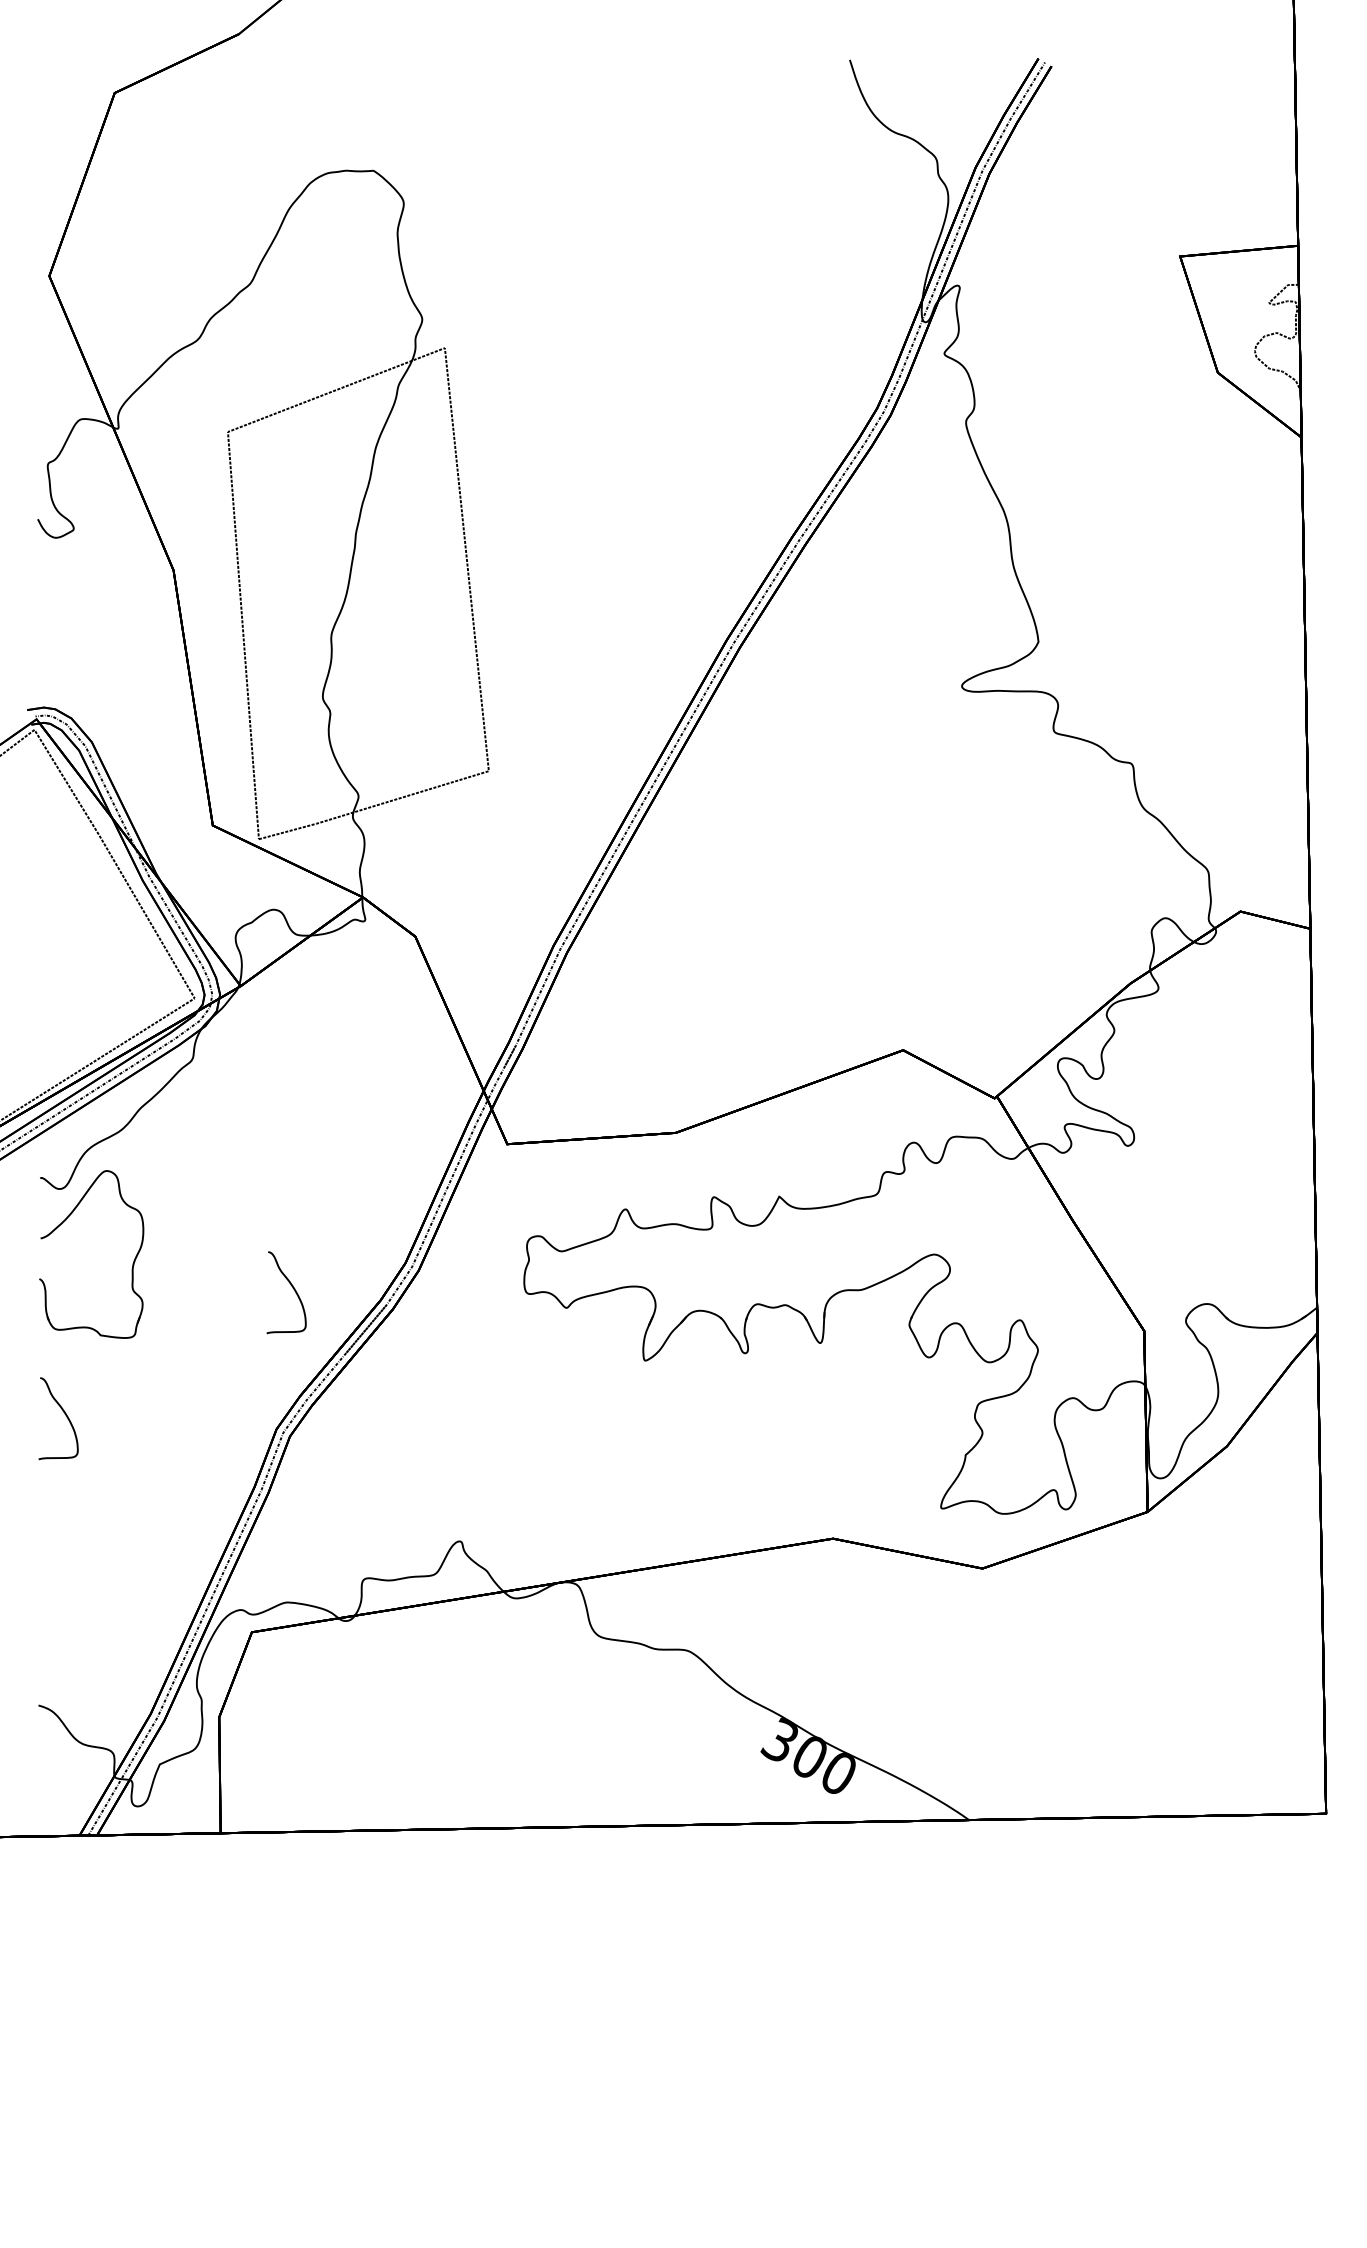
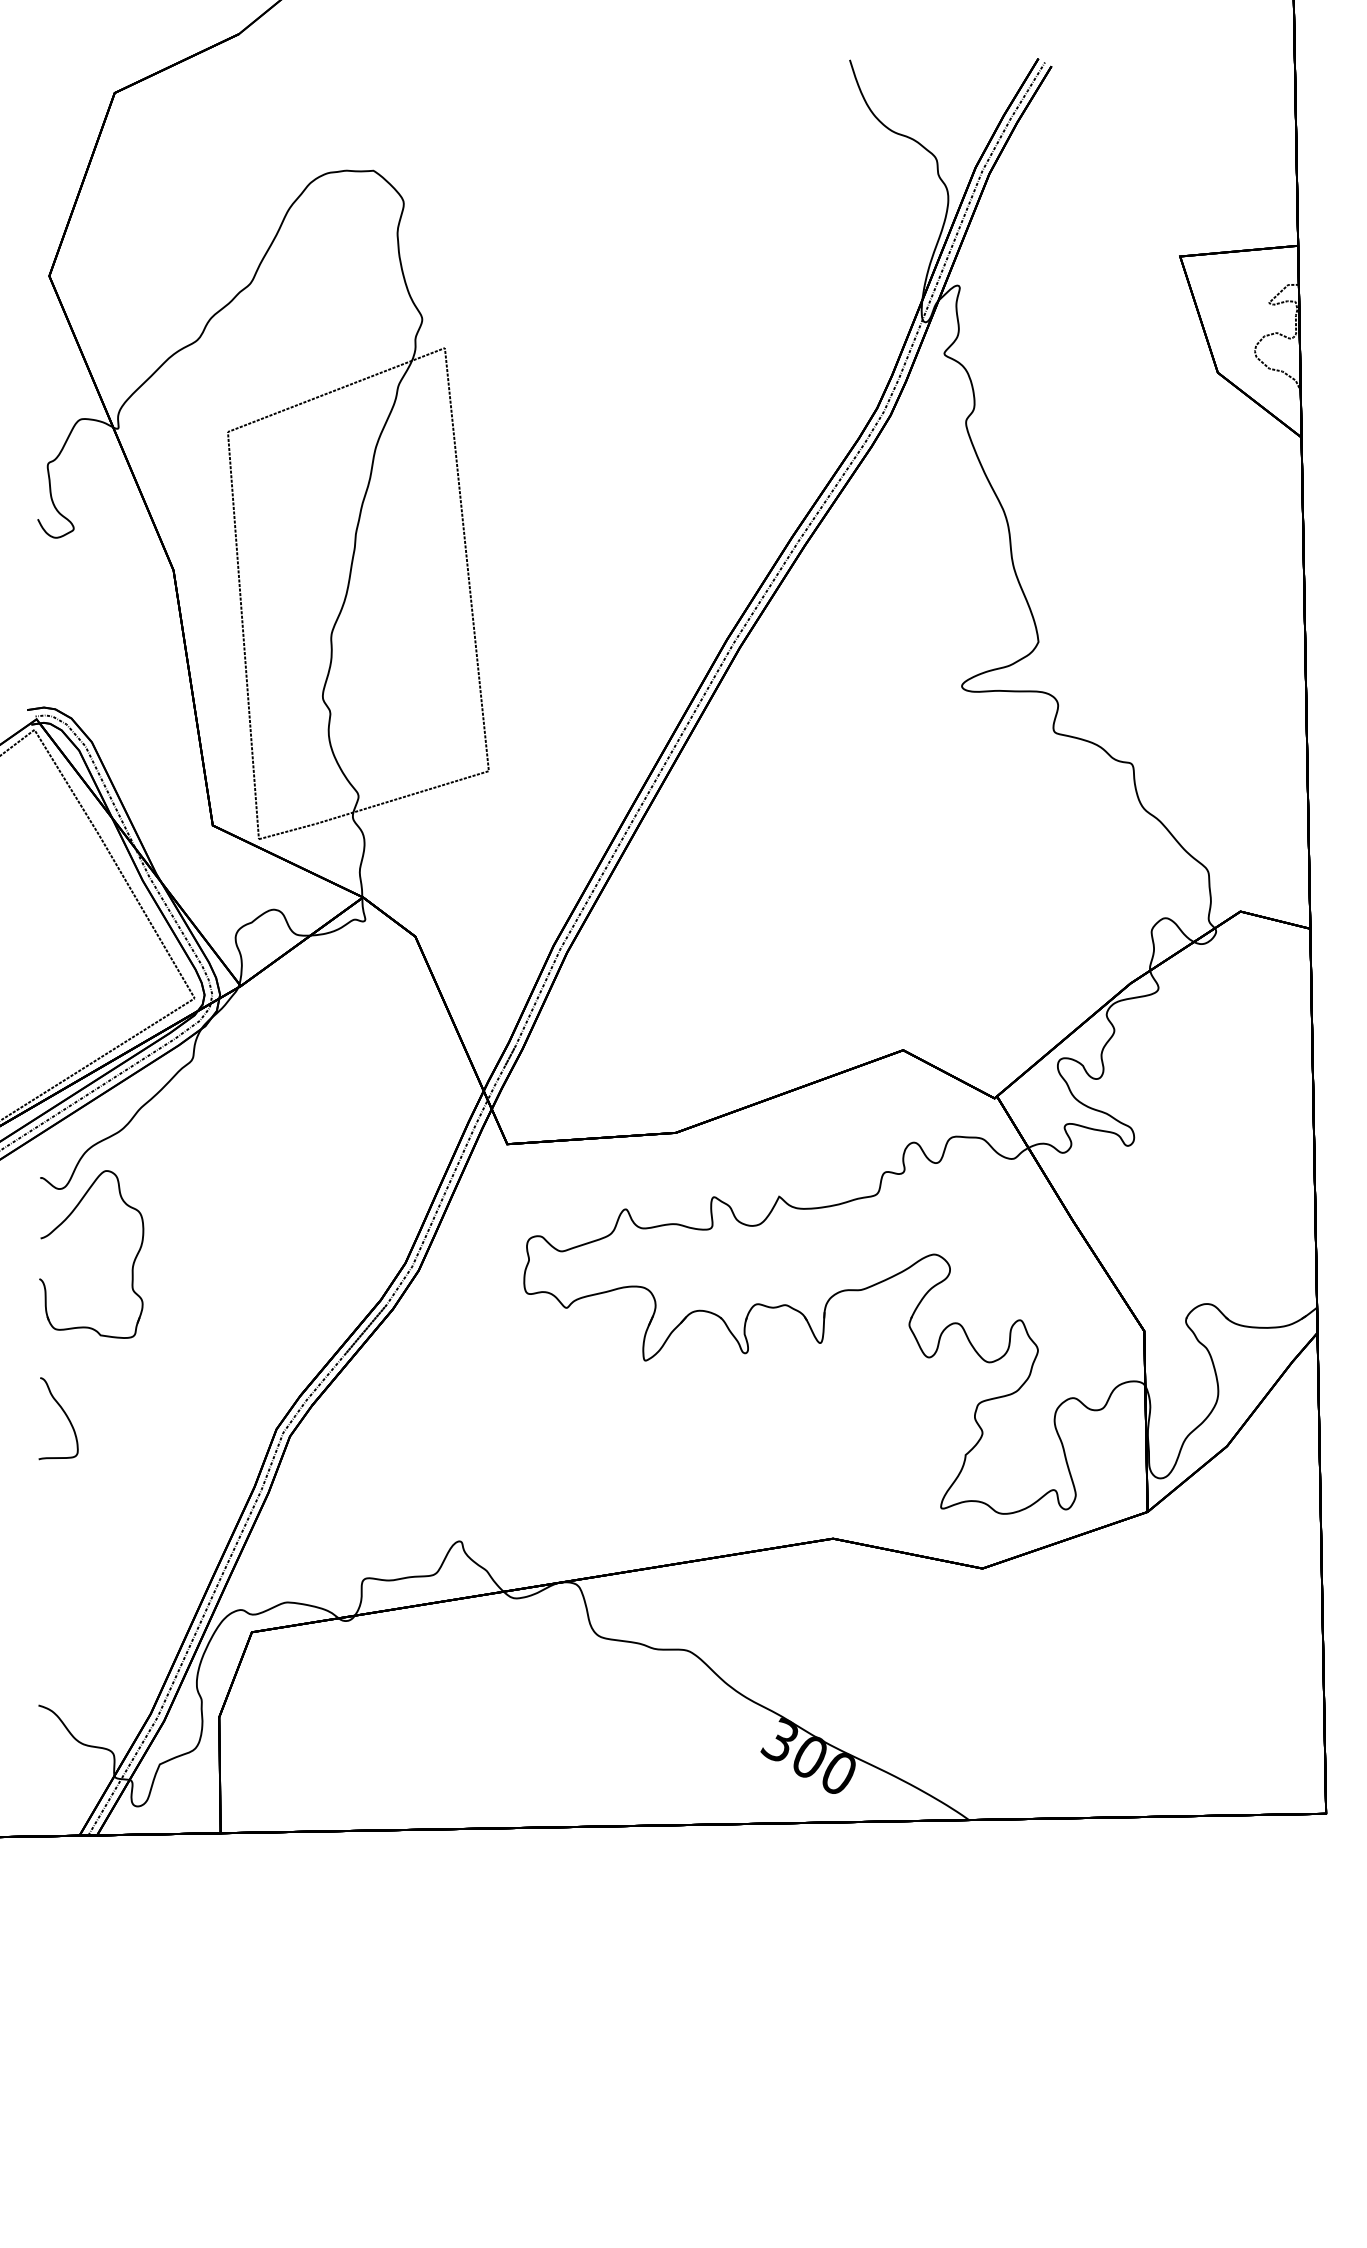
curve at (292, 1288): present -> none
